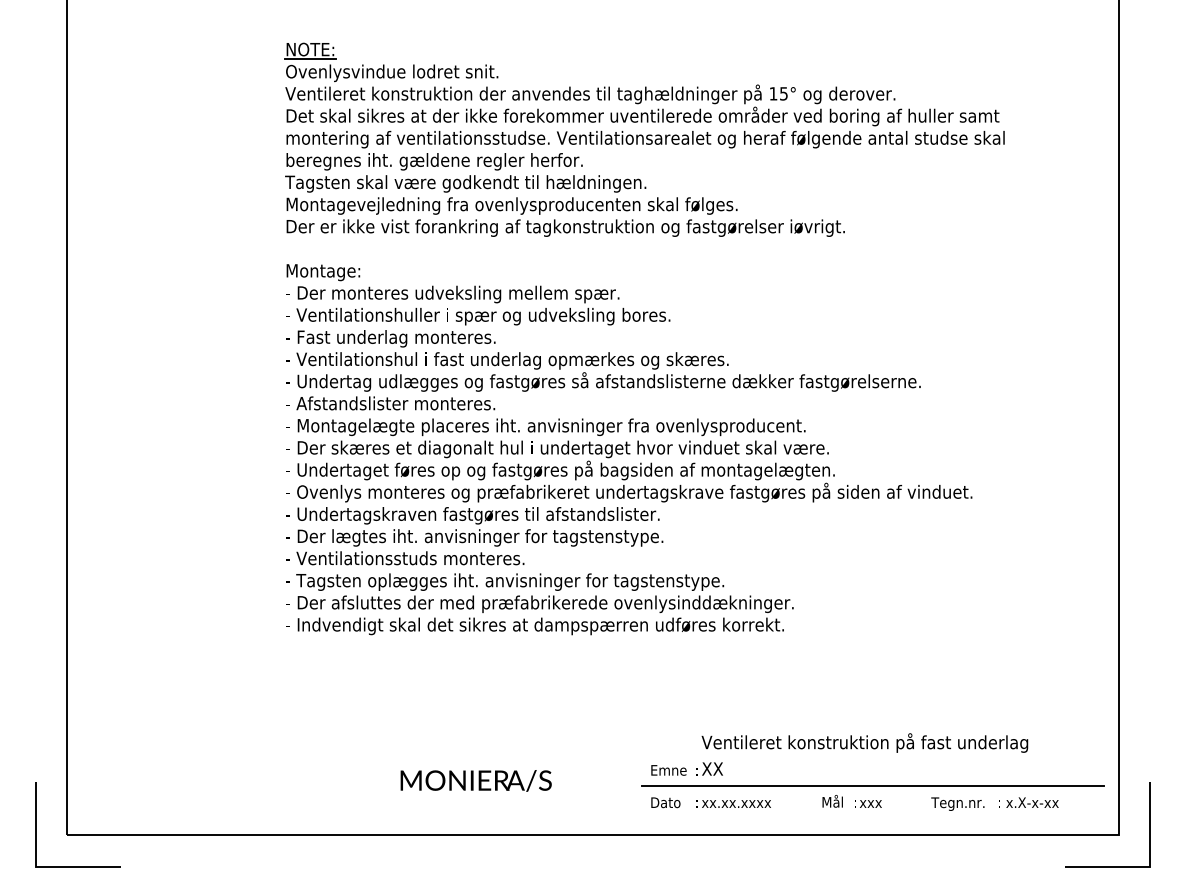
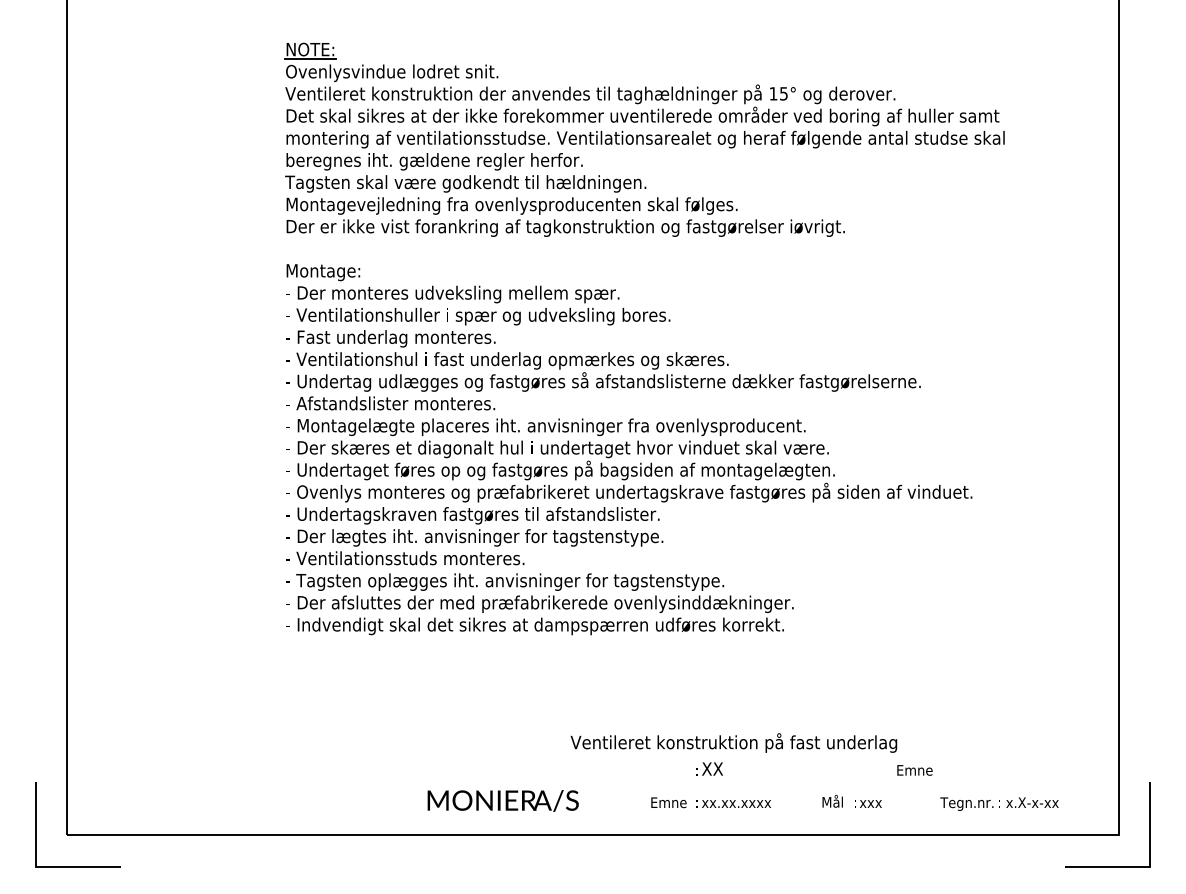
text at (864, 742) position: (864, 742) -> (733, 742)
text at (668, 770) position: (668, 770) -> (914, 770)
text at (475, 780) position: (475, 780) -> (502, 800)
line at (872, 786): present -> none
text at (669, 802): Dato -> Emne
text at (957, 803) position: (957, 803) -> (966, 803)
